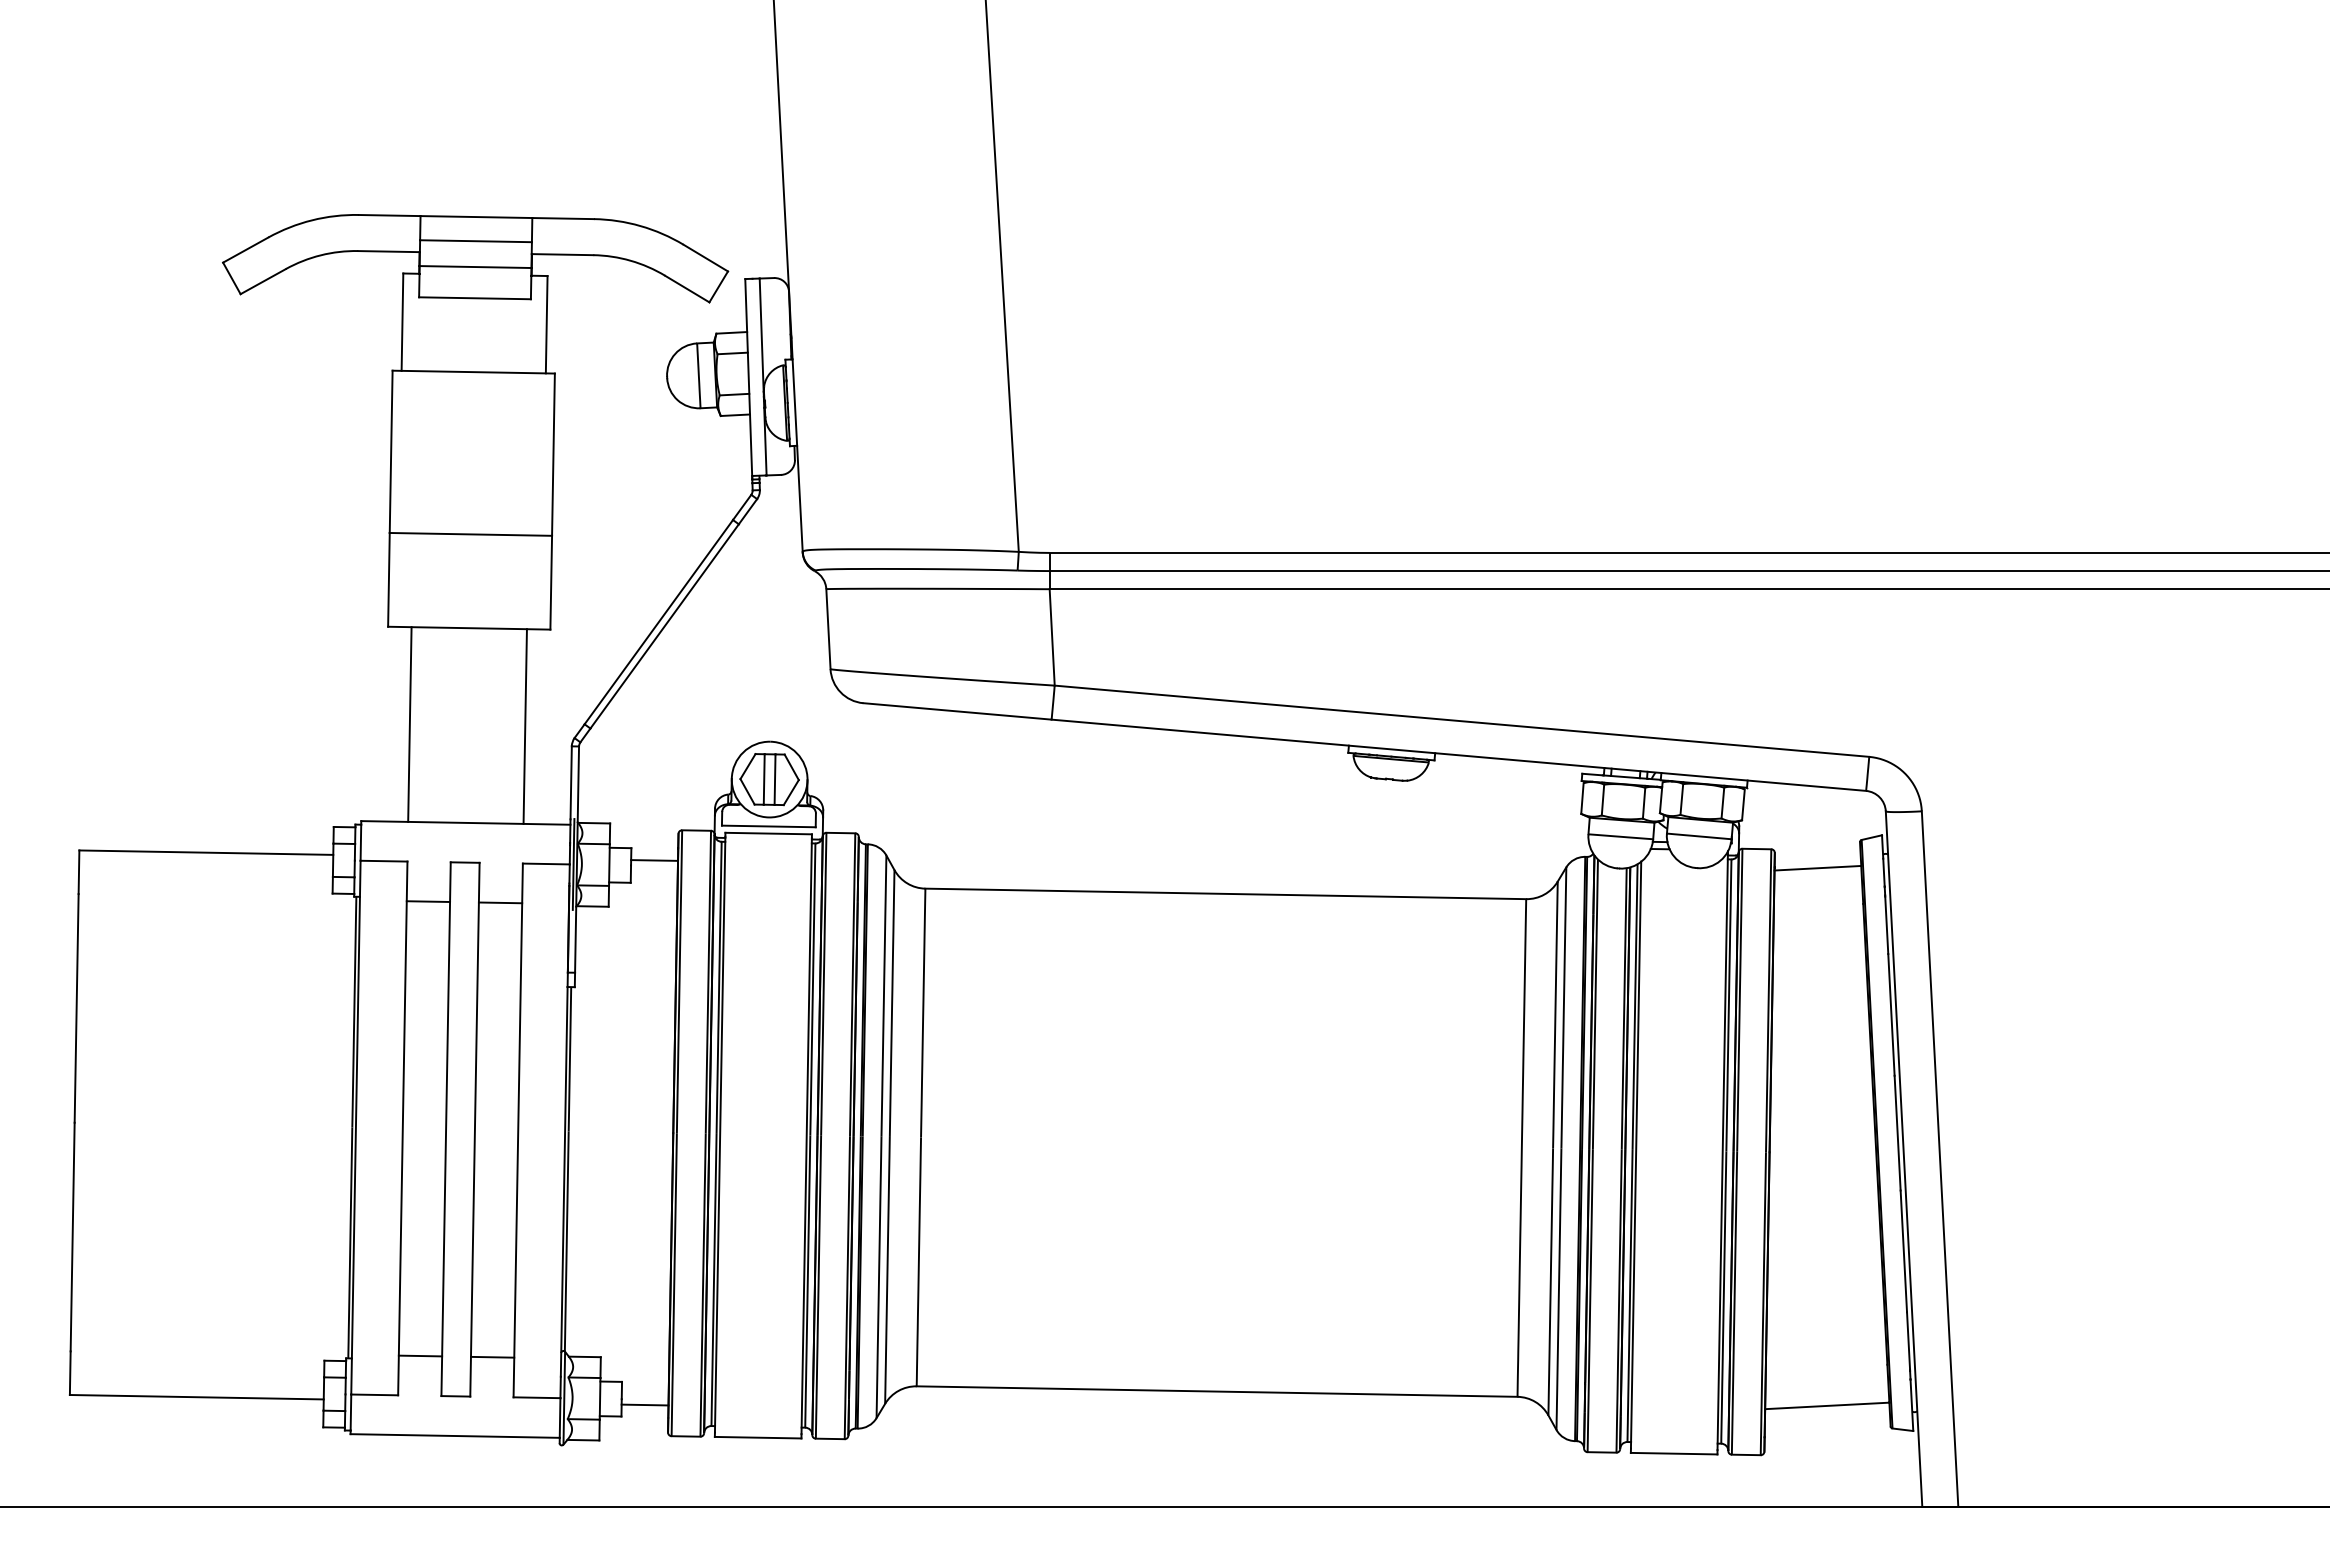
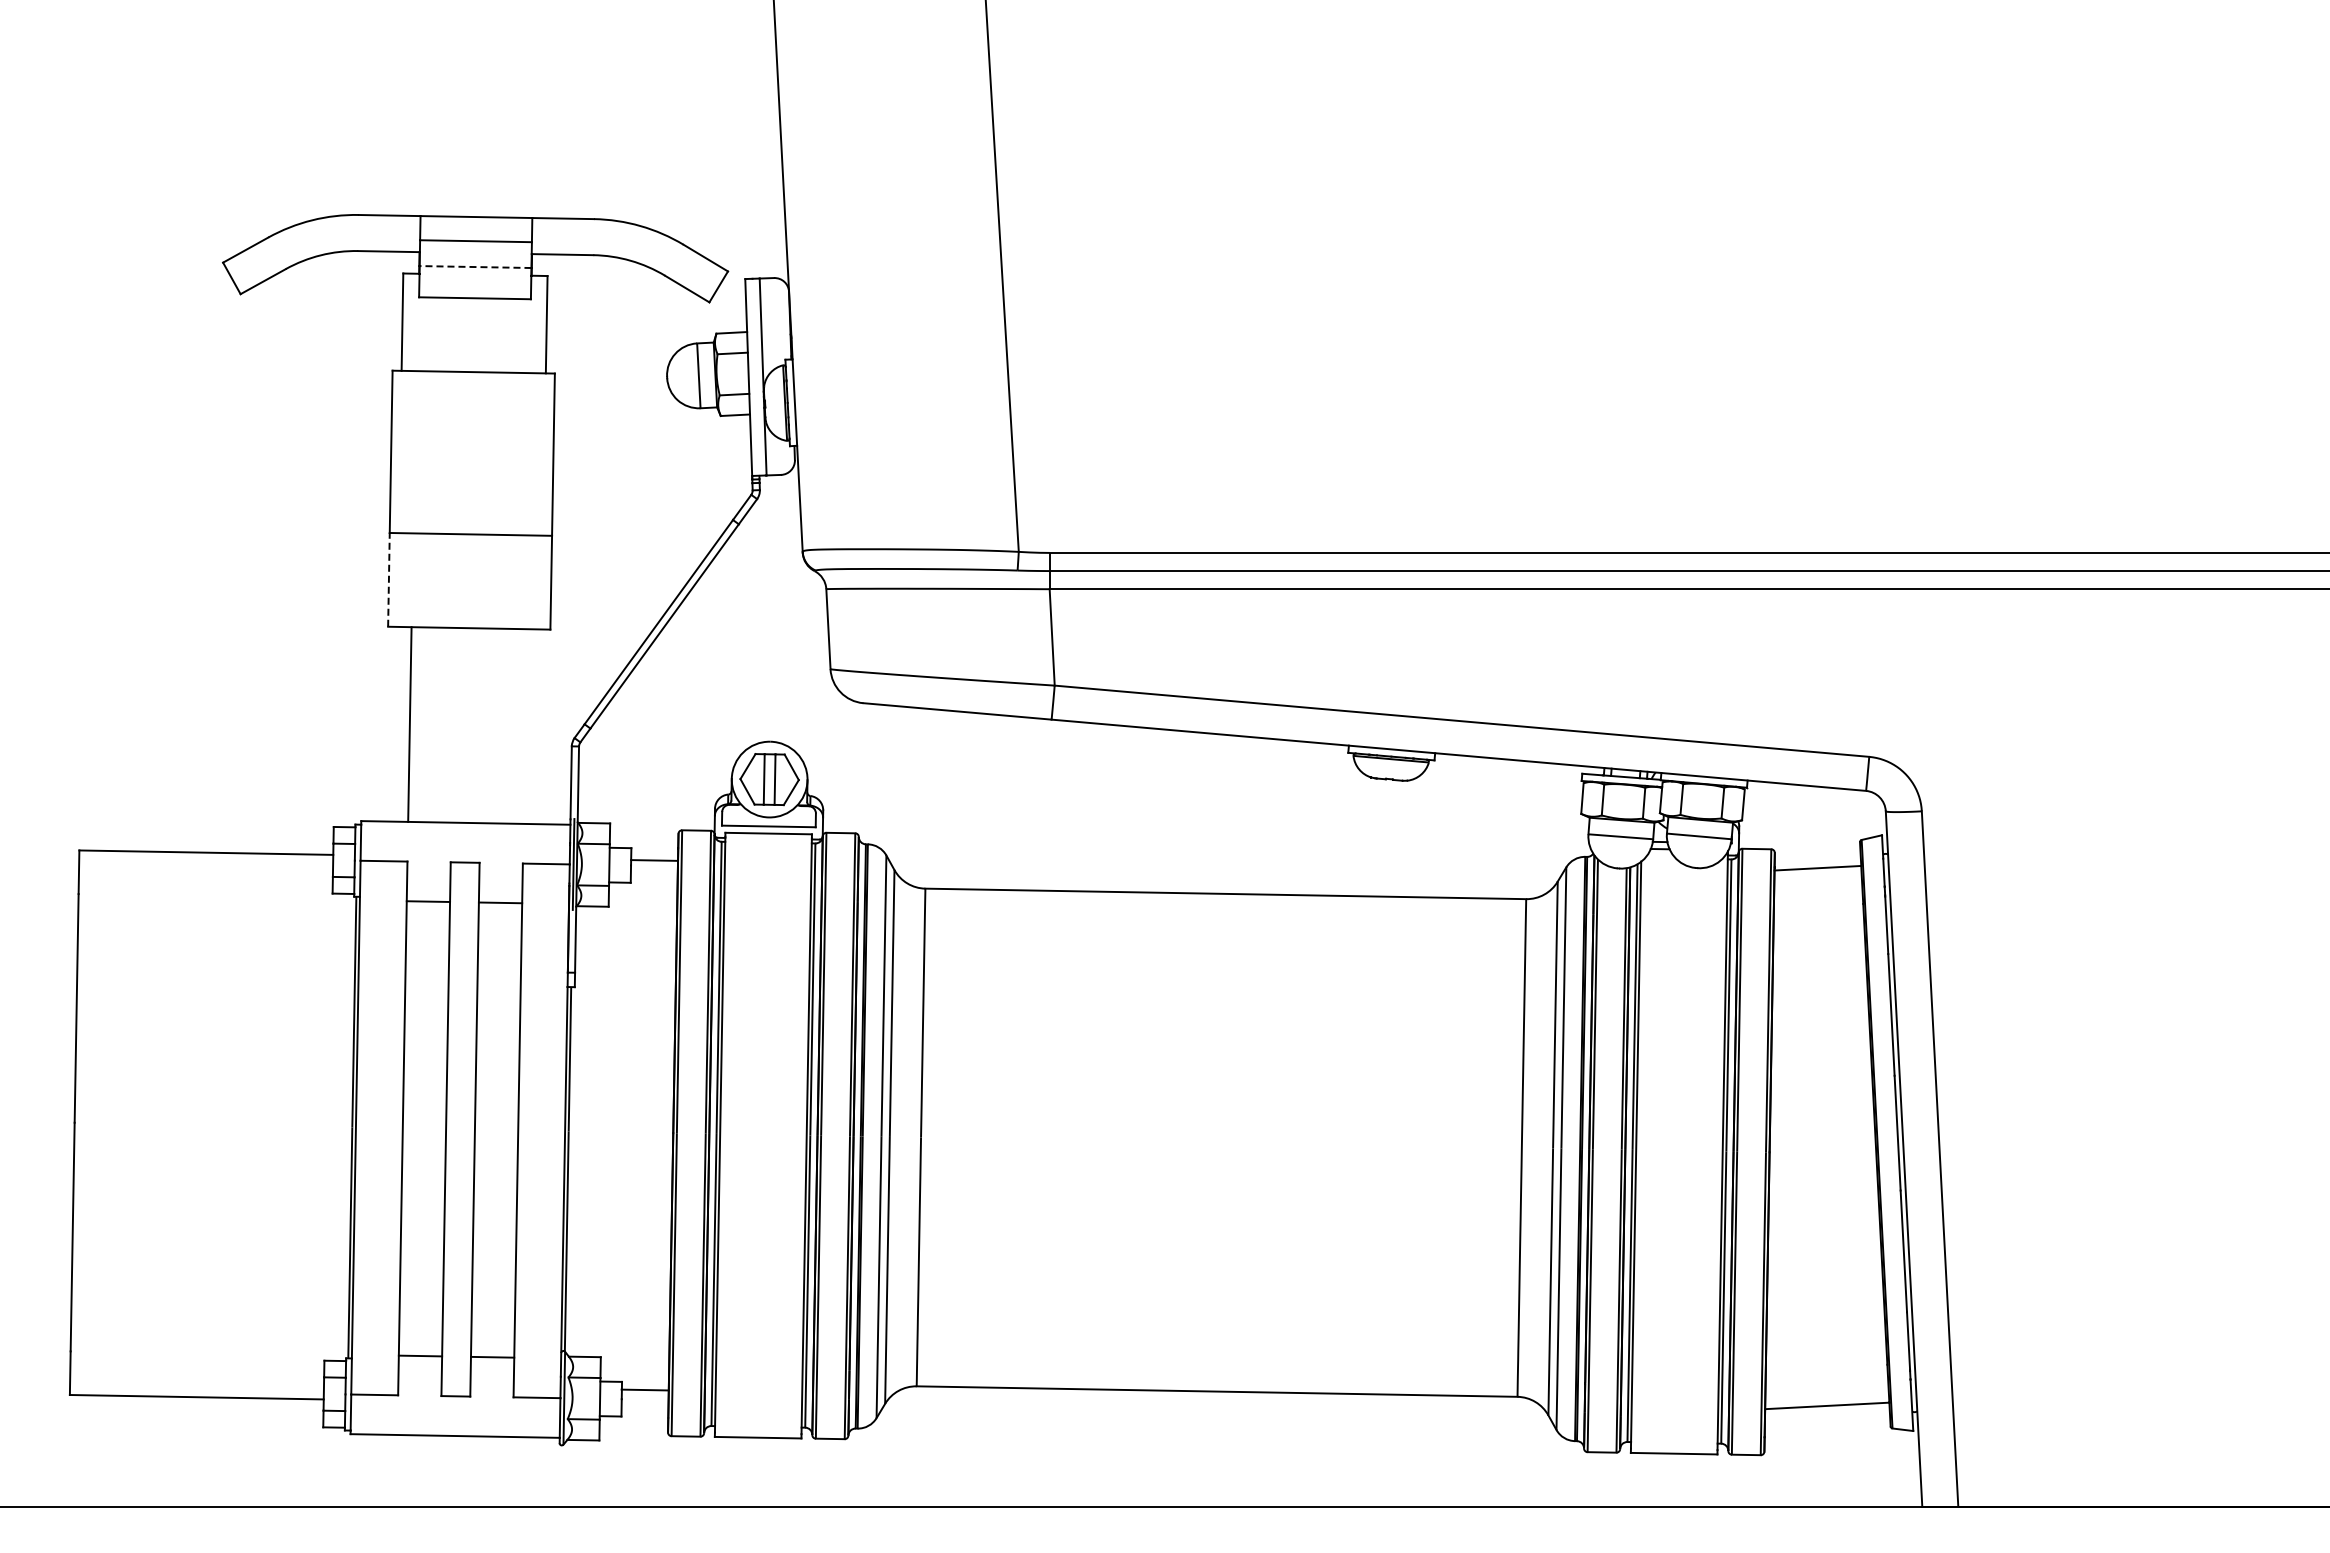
line at (475, 267): solid -> dashed
line at (388, 579): solid -> dashed
line at (524, 726): present -> none
line at (644, 1404) position: (644, 1404) -> (644, 1389)
